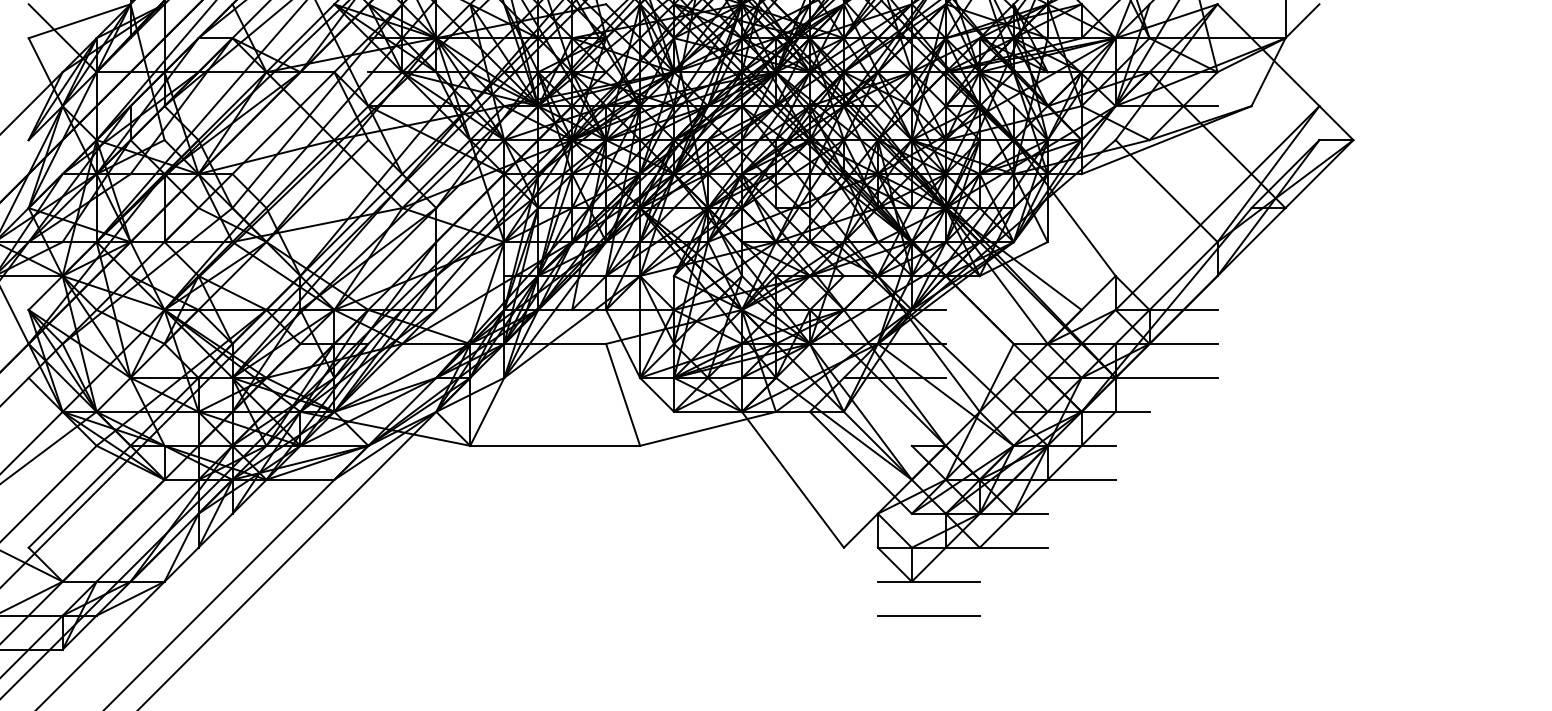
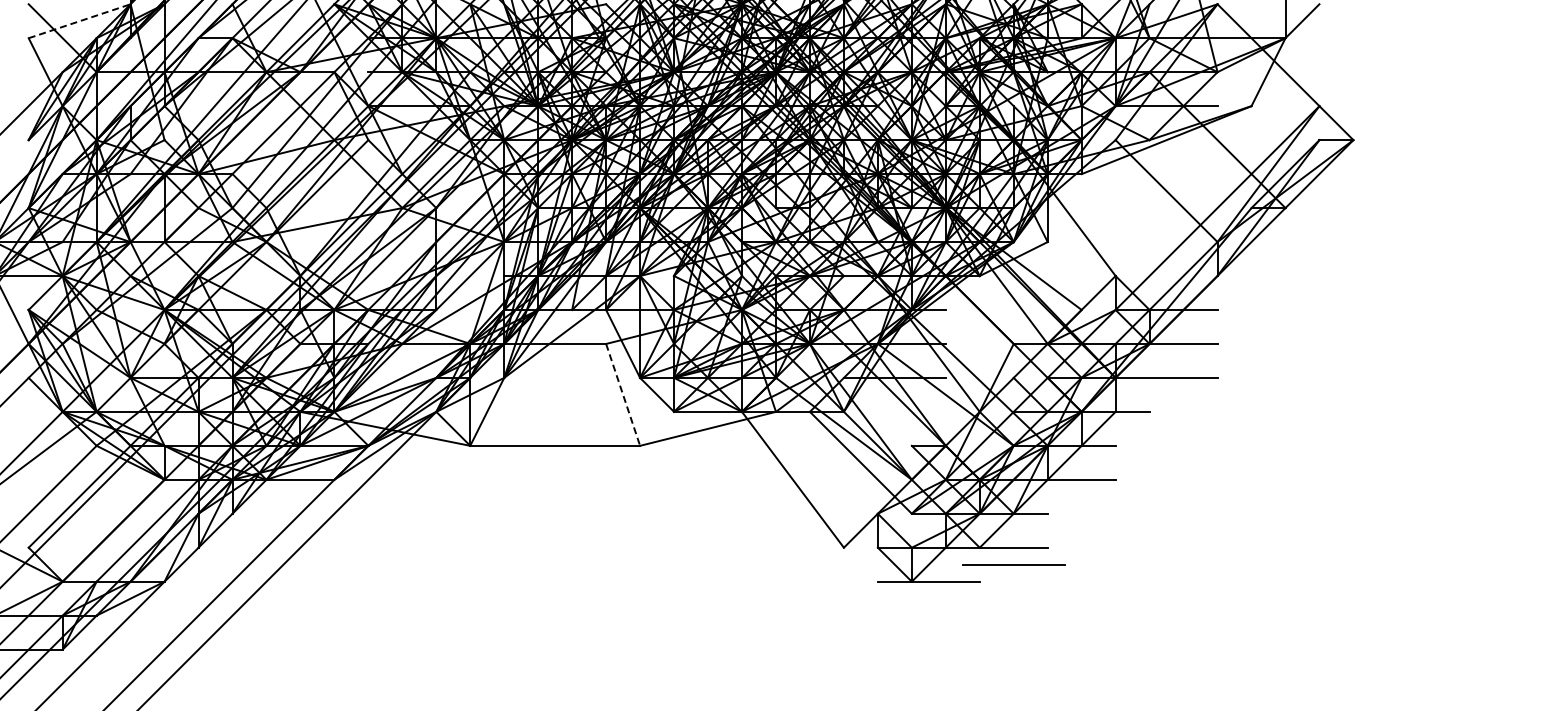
line at (79, 21): solid -> dashed
line at (623, 394): solid -> dashed
line at (928, 615) position: (928, 615) -> (1013, 564)
